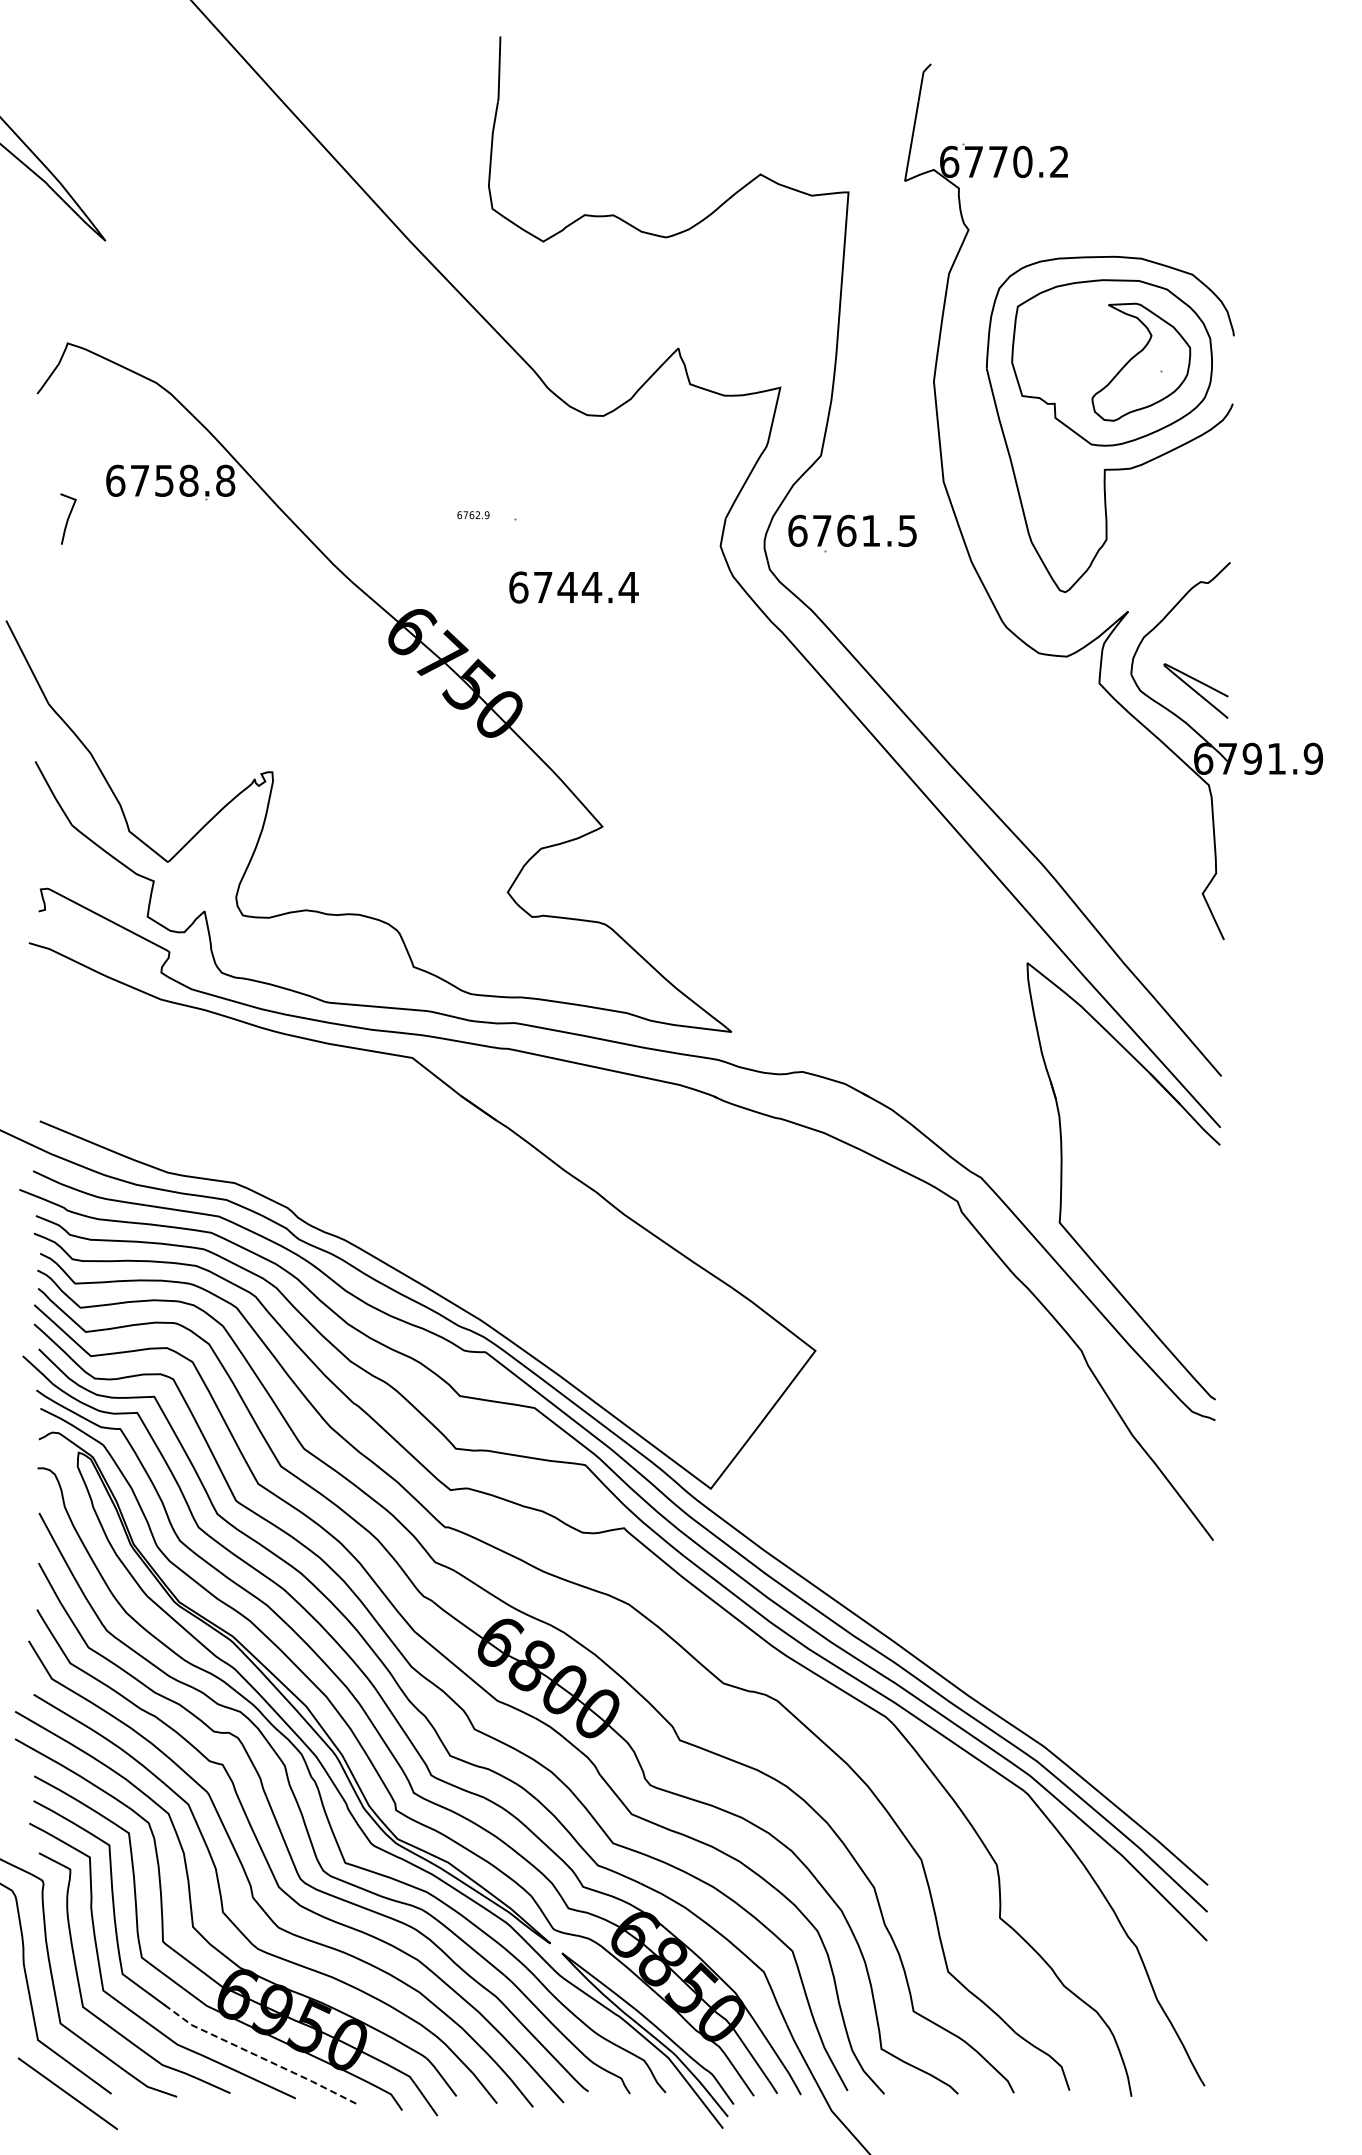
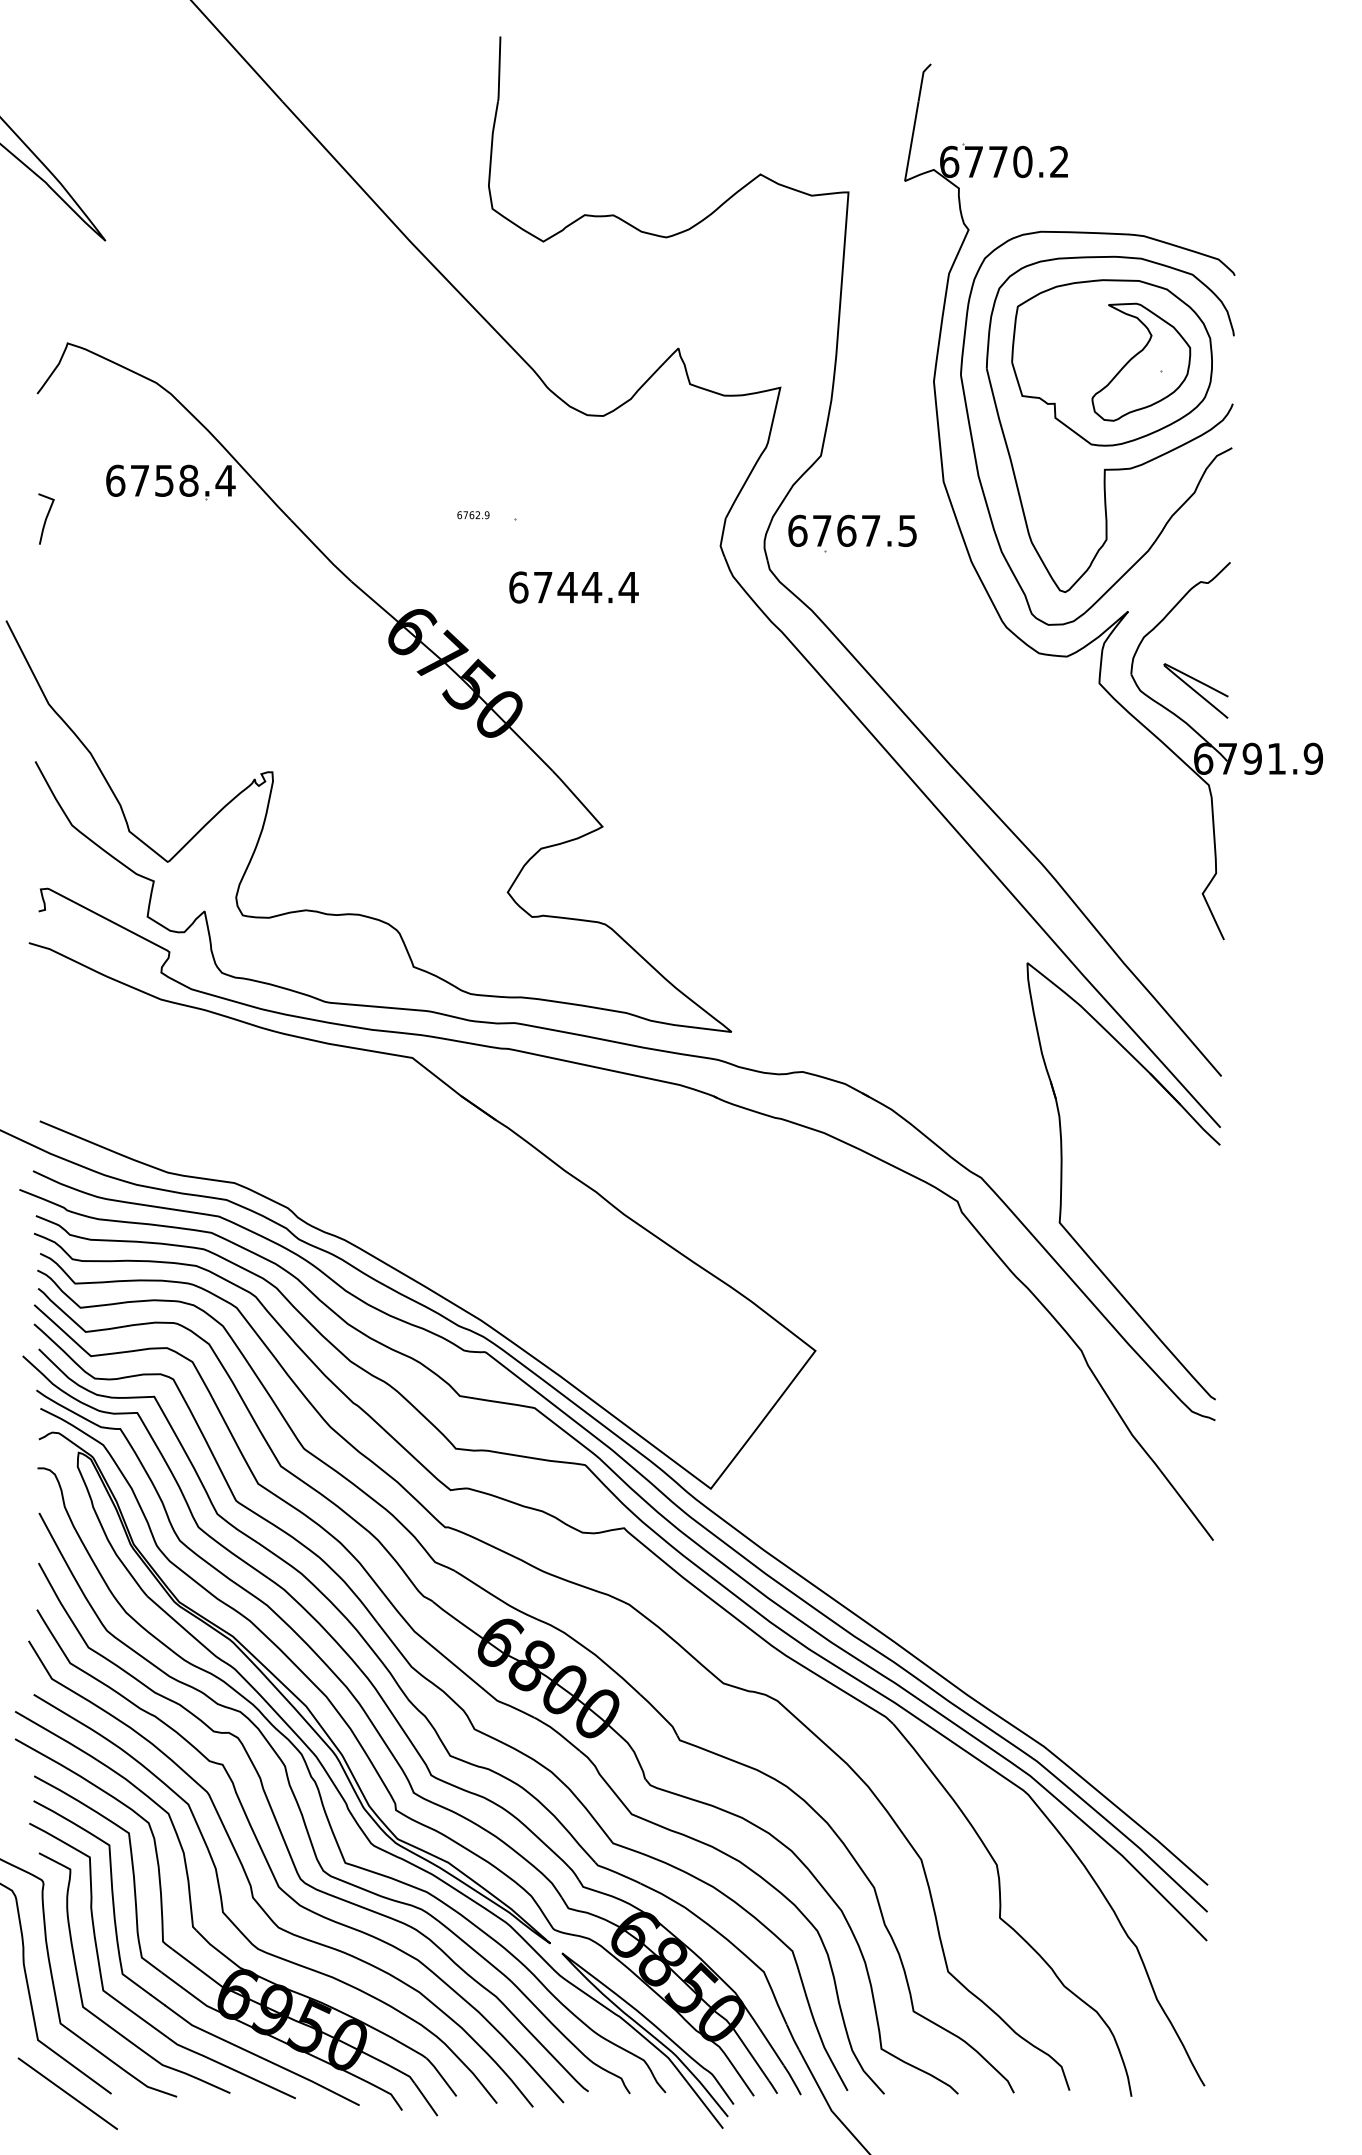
text at (225, 480): 6758.8 -> 6758.4
part at (1180, 505): none -> present
line at (68, 518) position: (68, 518) -> (46, 518)
text at (871, 530): 6761.5 -> 6767.5
line at (260, 2057): dashed -> solid
